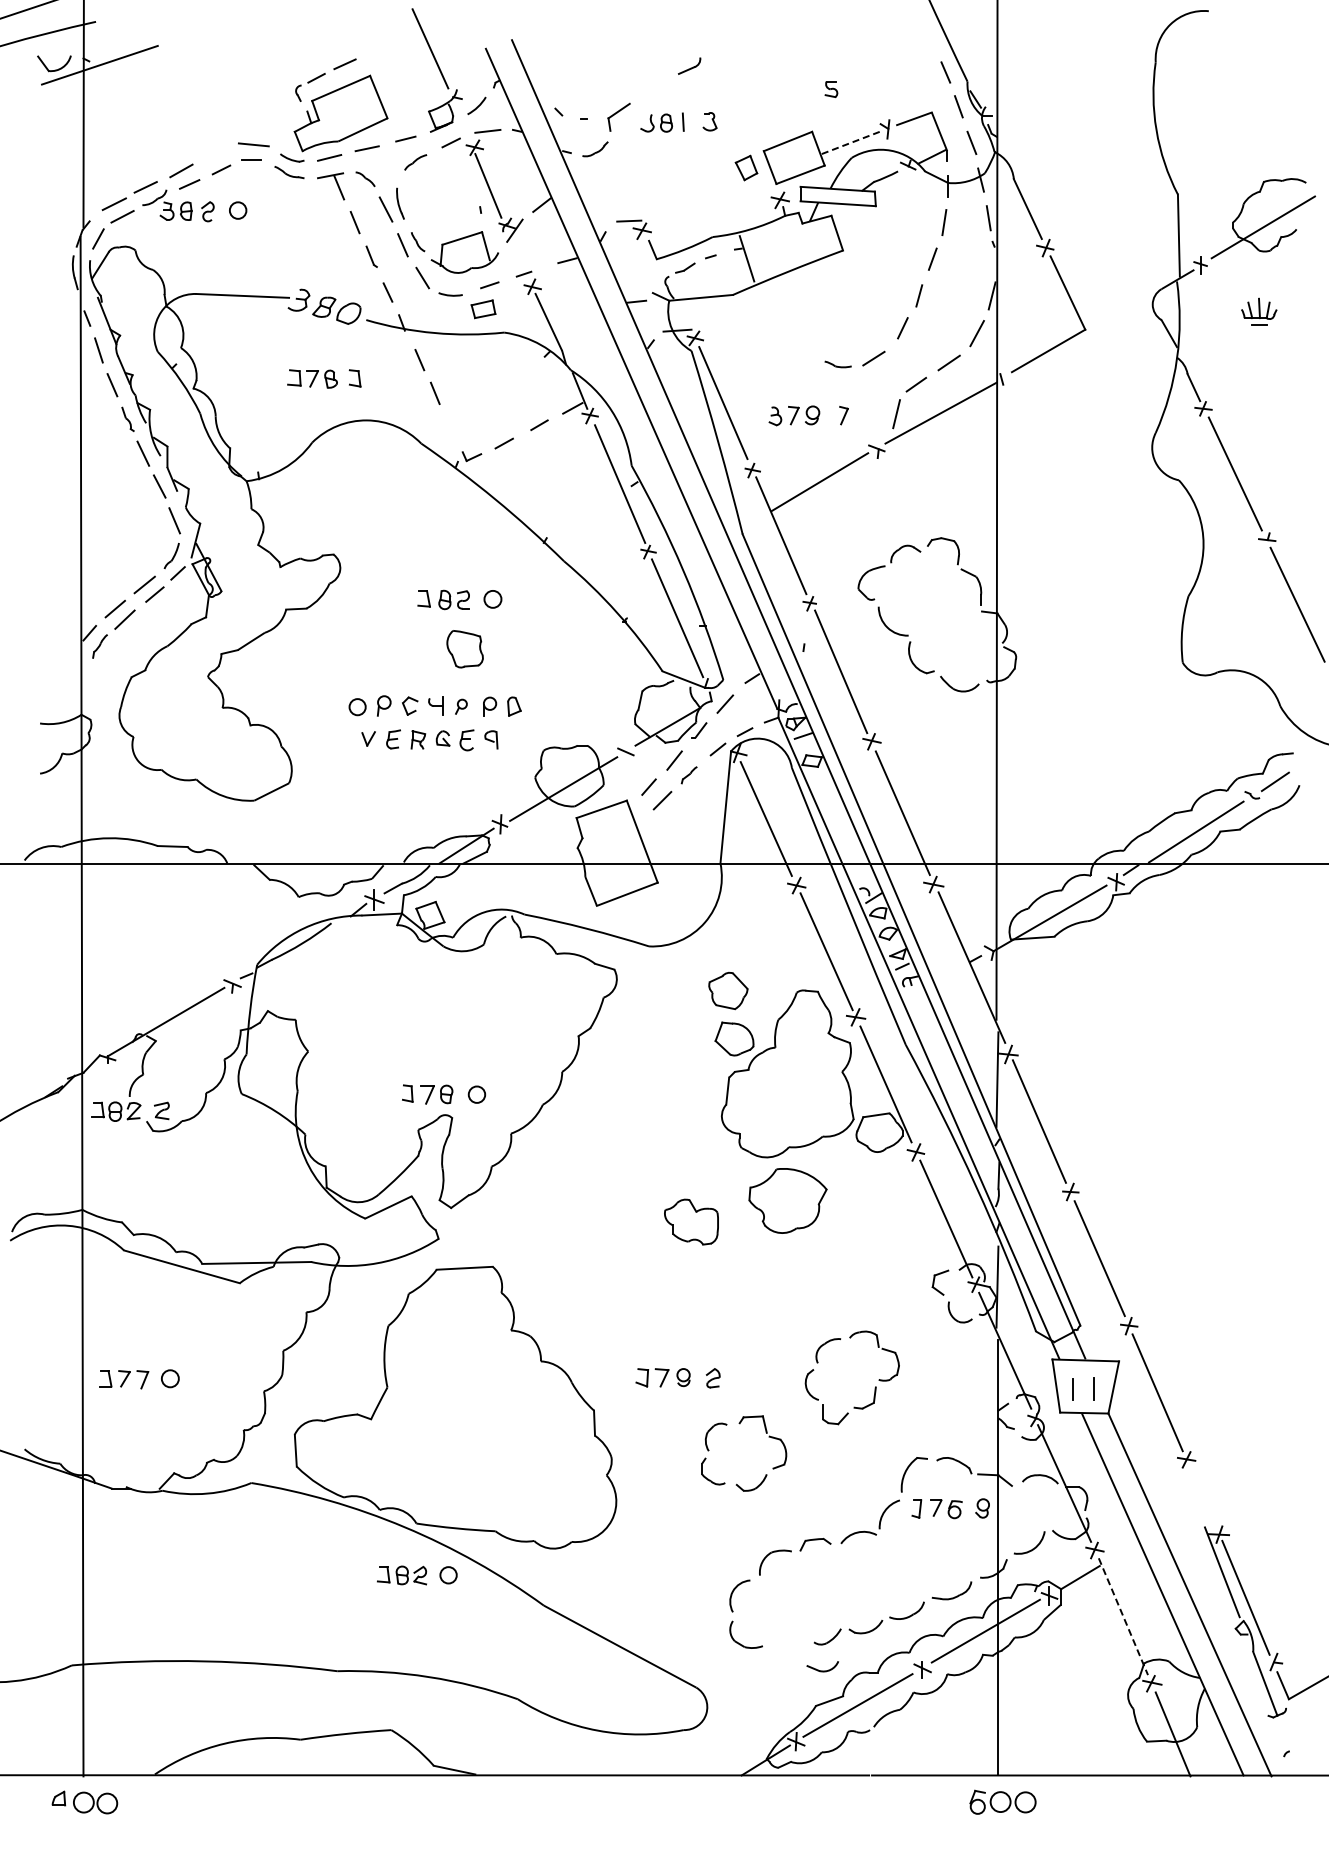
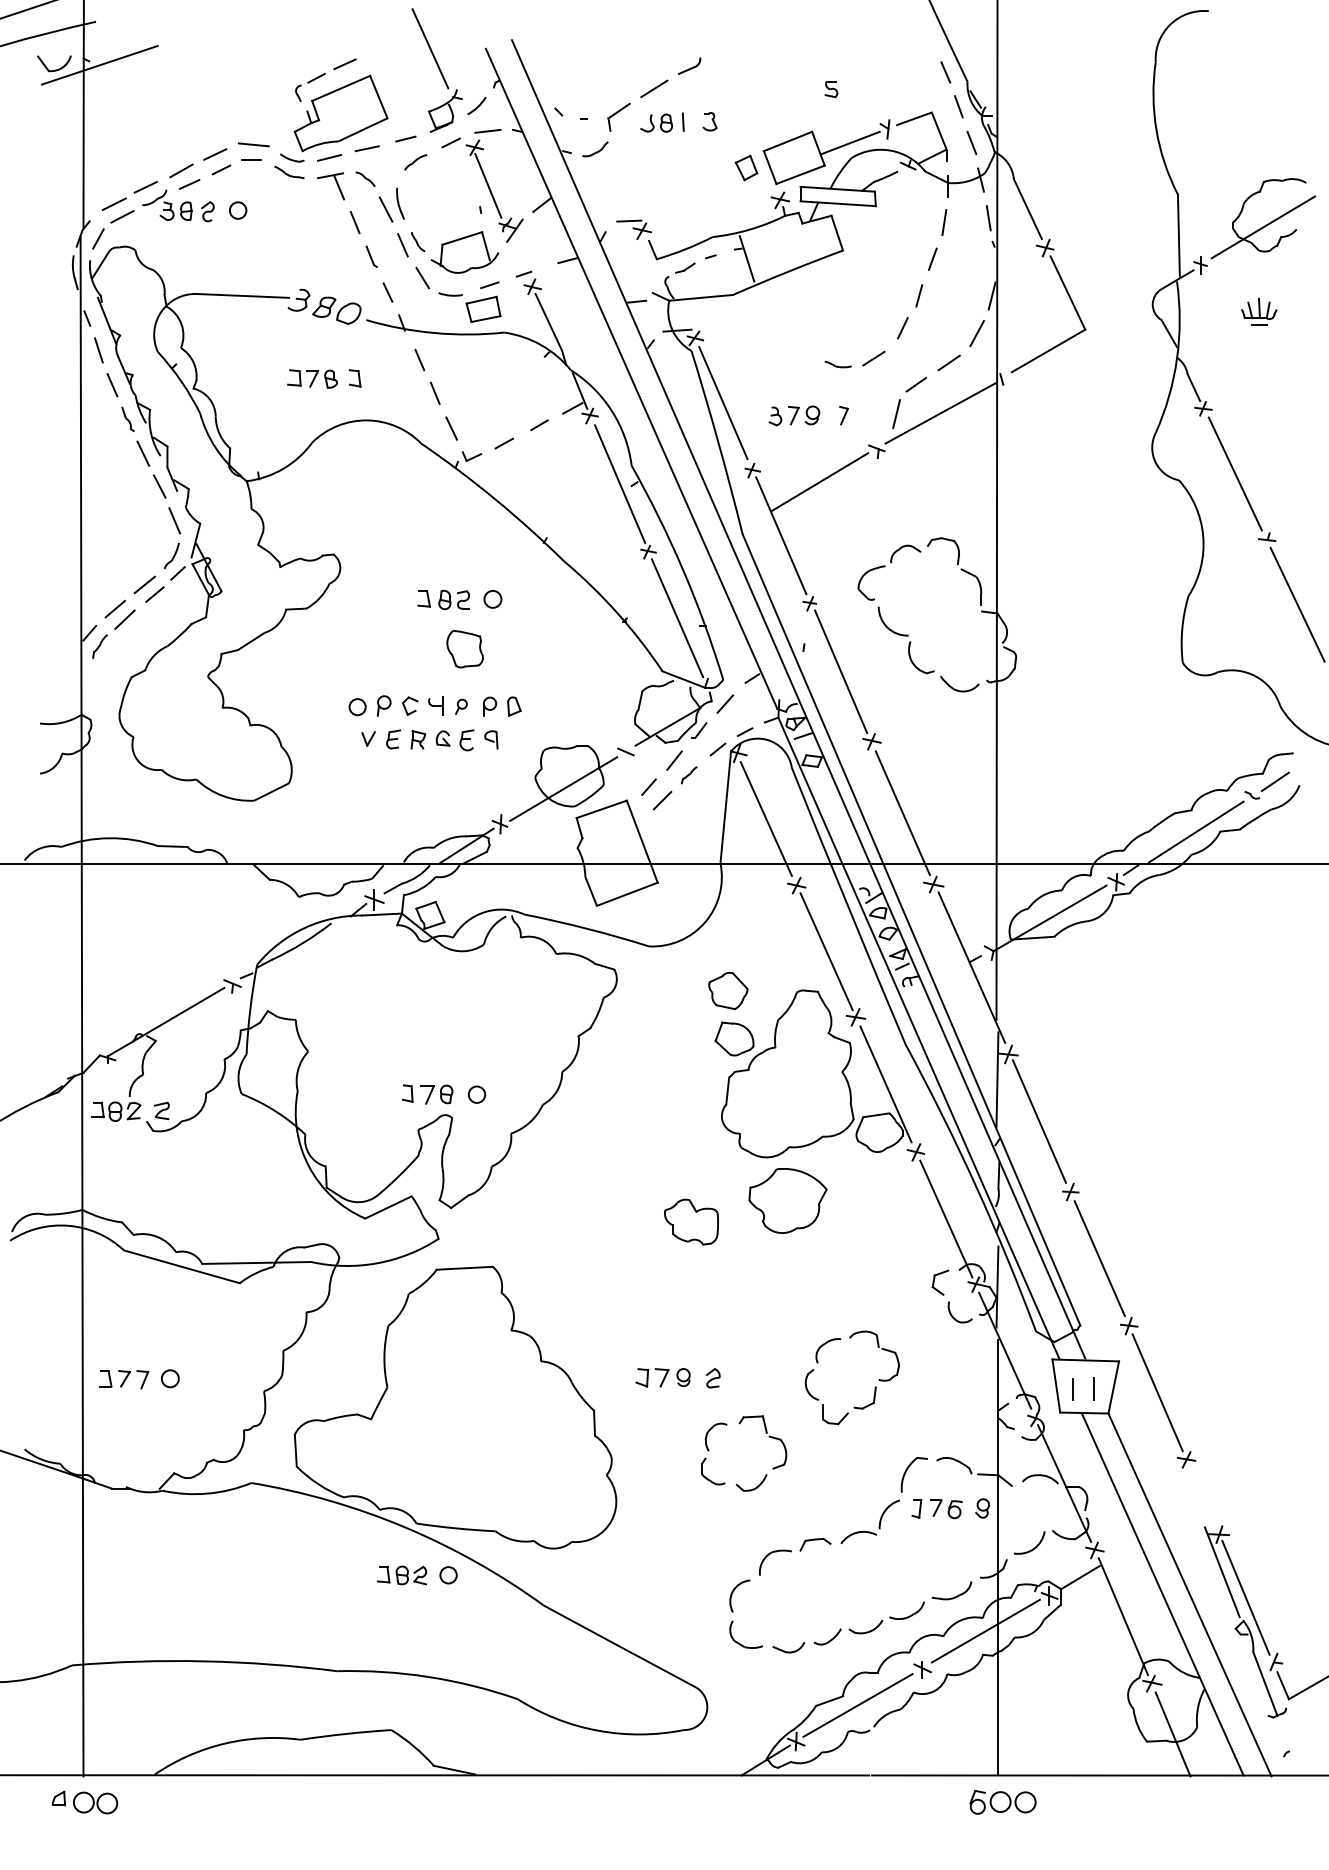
line at (654, 88): none -> present
line at (850, 143): dashed -> solid
line at (215, 154): none -> present
part at (483, 309) size: 27x21 px -> 37x28 px
line at (451, 428): none -> present
line at (1123, 1617): dashed -> solid
part at (822, 1666) position: (822, 1666) -> (788, 1647)
